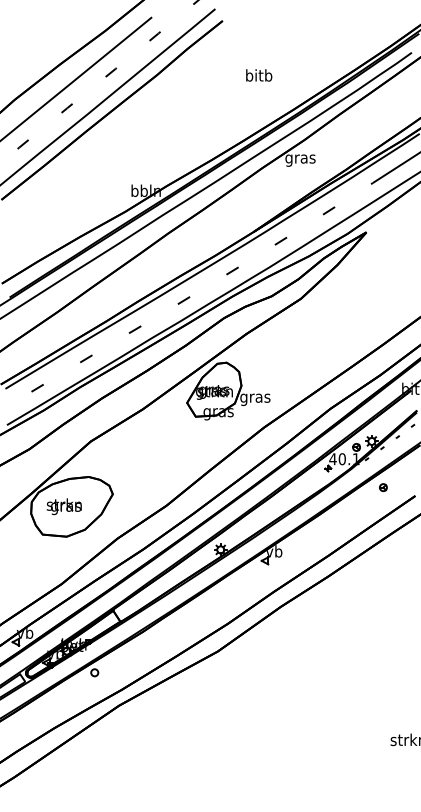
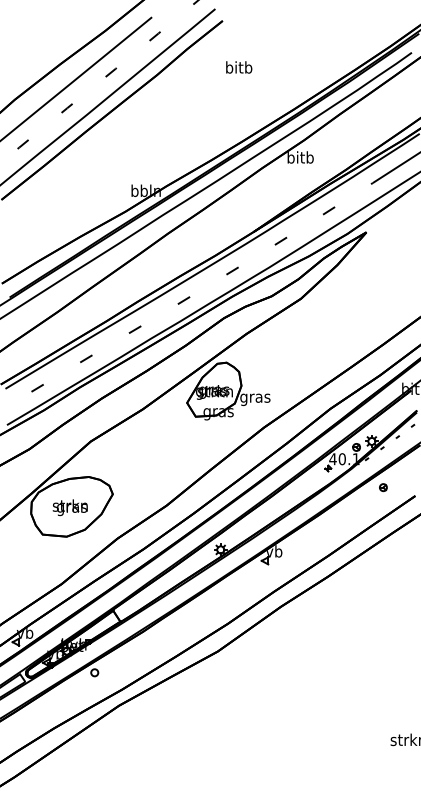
text at (259, 75) position: (259, 75) -> (239, 67)
text at (300, 158): gras -> bitb
text at (63, 506) position: (63, 506) -> (69, 507)
